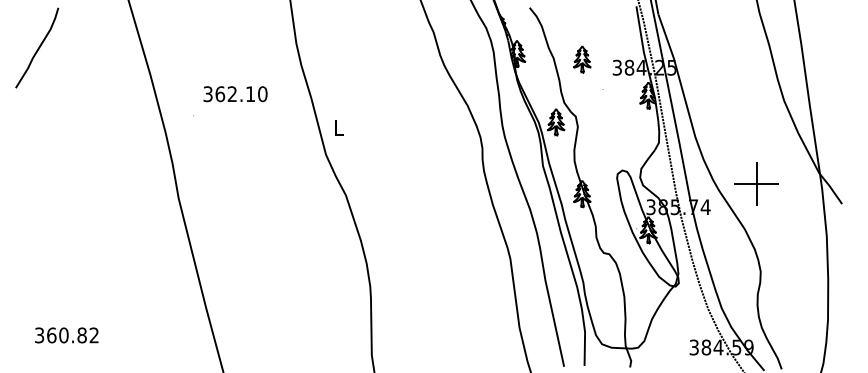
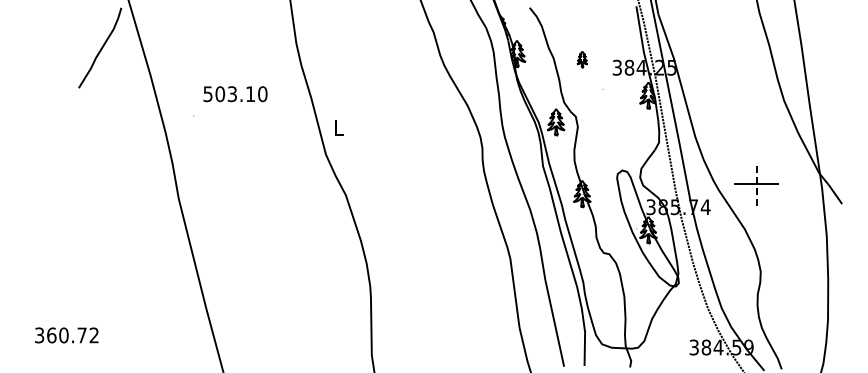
curve at (38, 47) position: (38, 47) -> (101, 47)
part at (582, 59) size: 19x29 px -> 12x18 px
text at (220, 94): 362.10 -> 503.10
line at (756, 183): solid -> dashed
text at (81, 335): 360.82 -> 360.72
